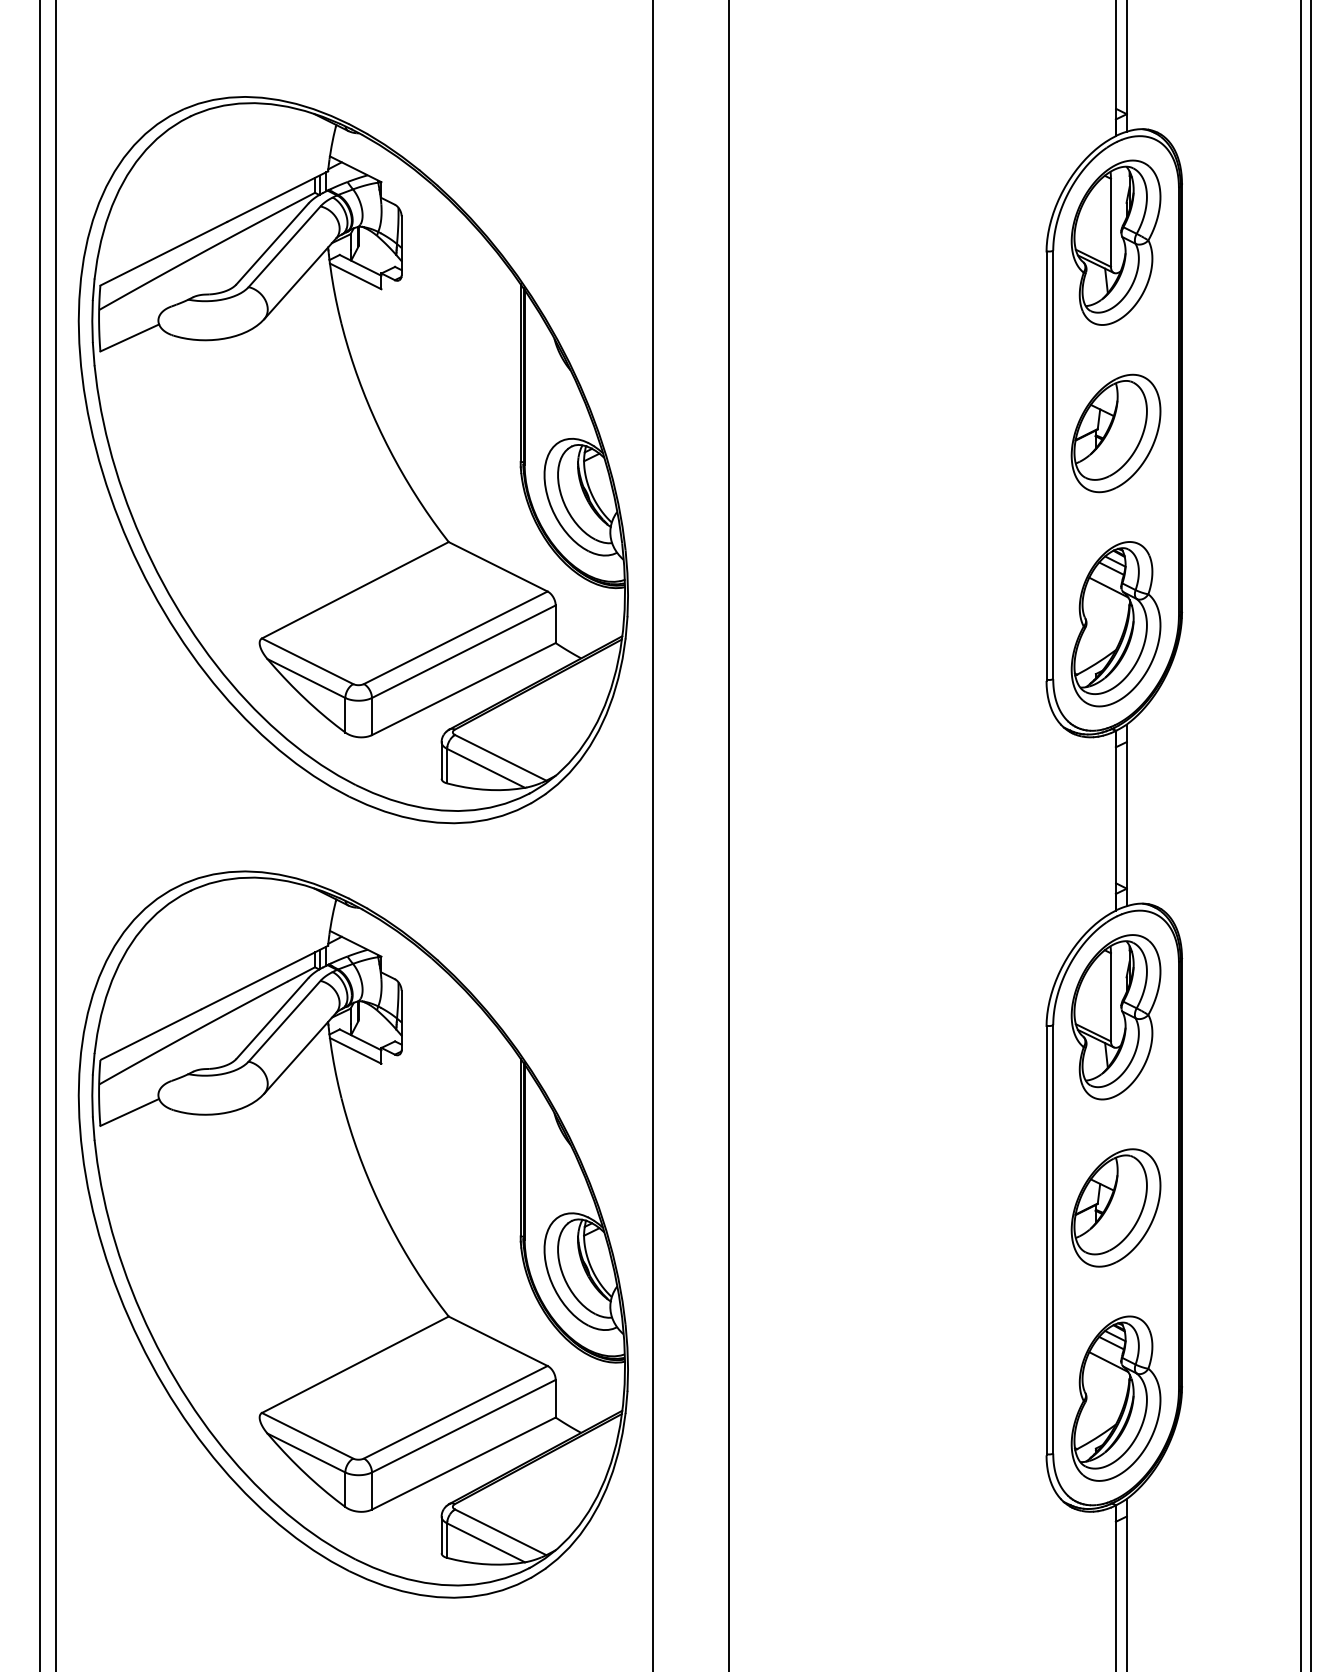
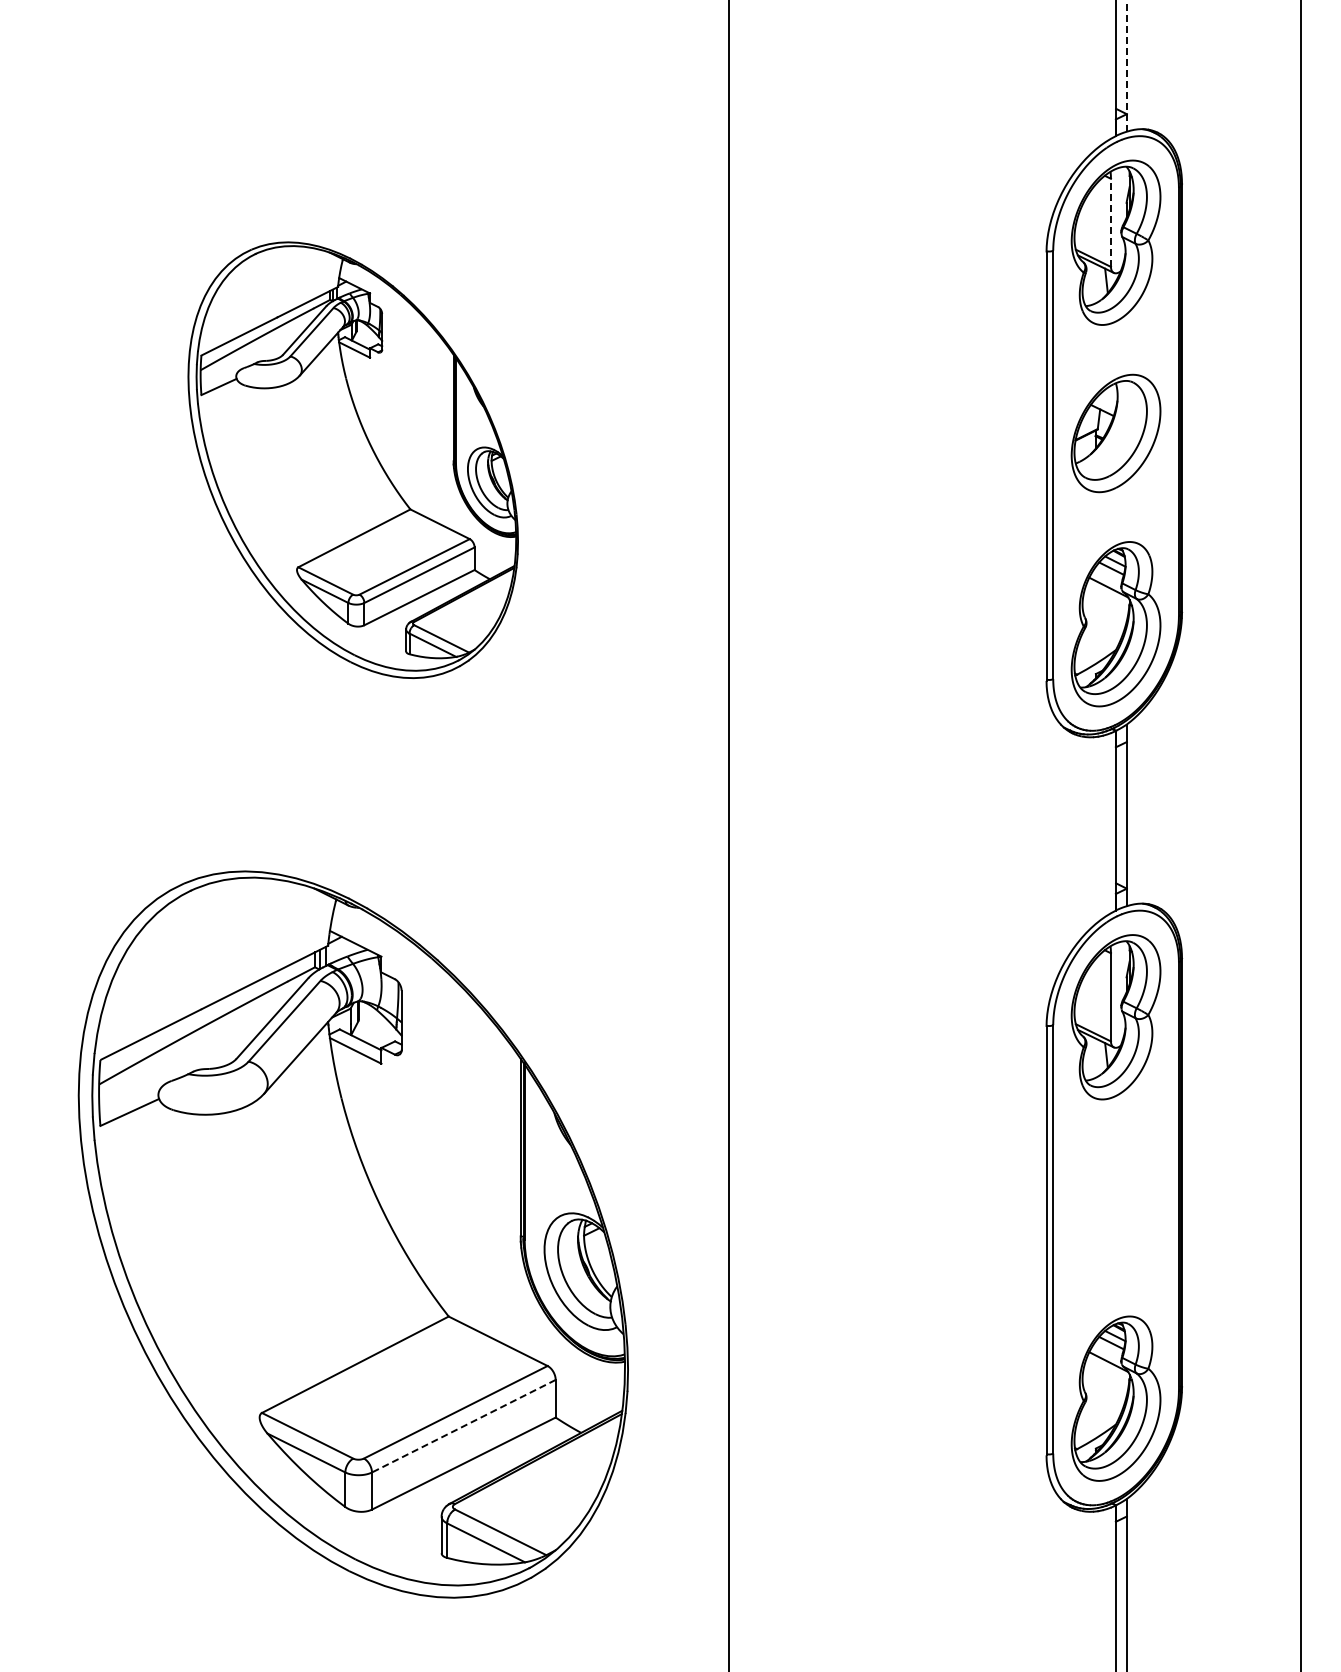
line at (1126, 65): solid -> dashed
line at (1110, 222): solid -> dashed
part at (352, 460) size: 552x729 px -> 332x438 px
line at (40, 835): present -> none
line at (55, 835): present -> none
line at (652, 835): present -> none
line at (1311, 835): present -> none
part at (1115, 1207): present -> none
line at (463, 1426): solid -> dashed
